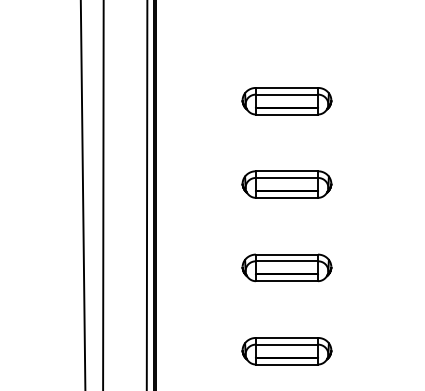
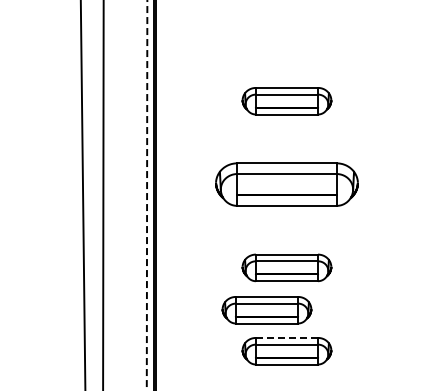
part at (286, 184) size: 92x29 px -> 144x45 px
line at (147, 195): solid -> dashed
part at (266, 310): none -> present
line at (287, 337): solid -> dashed
